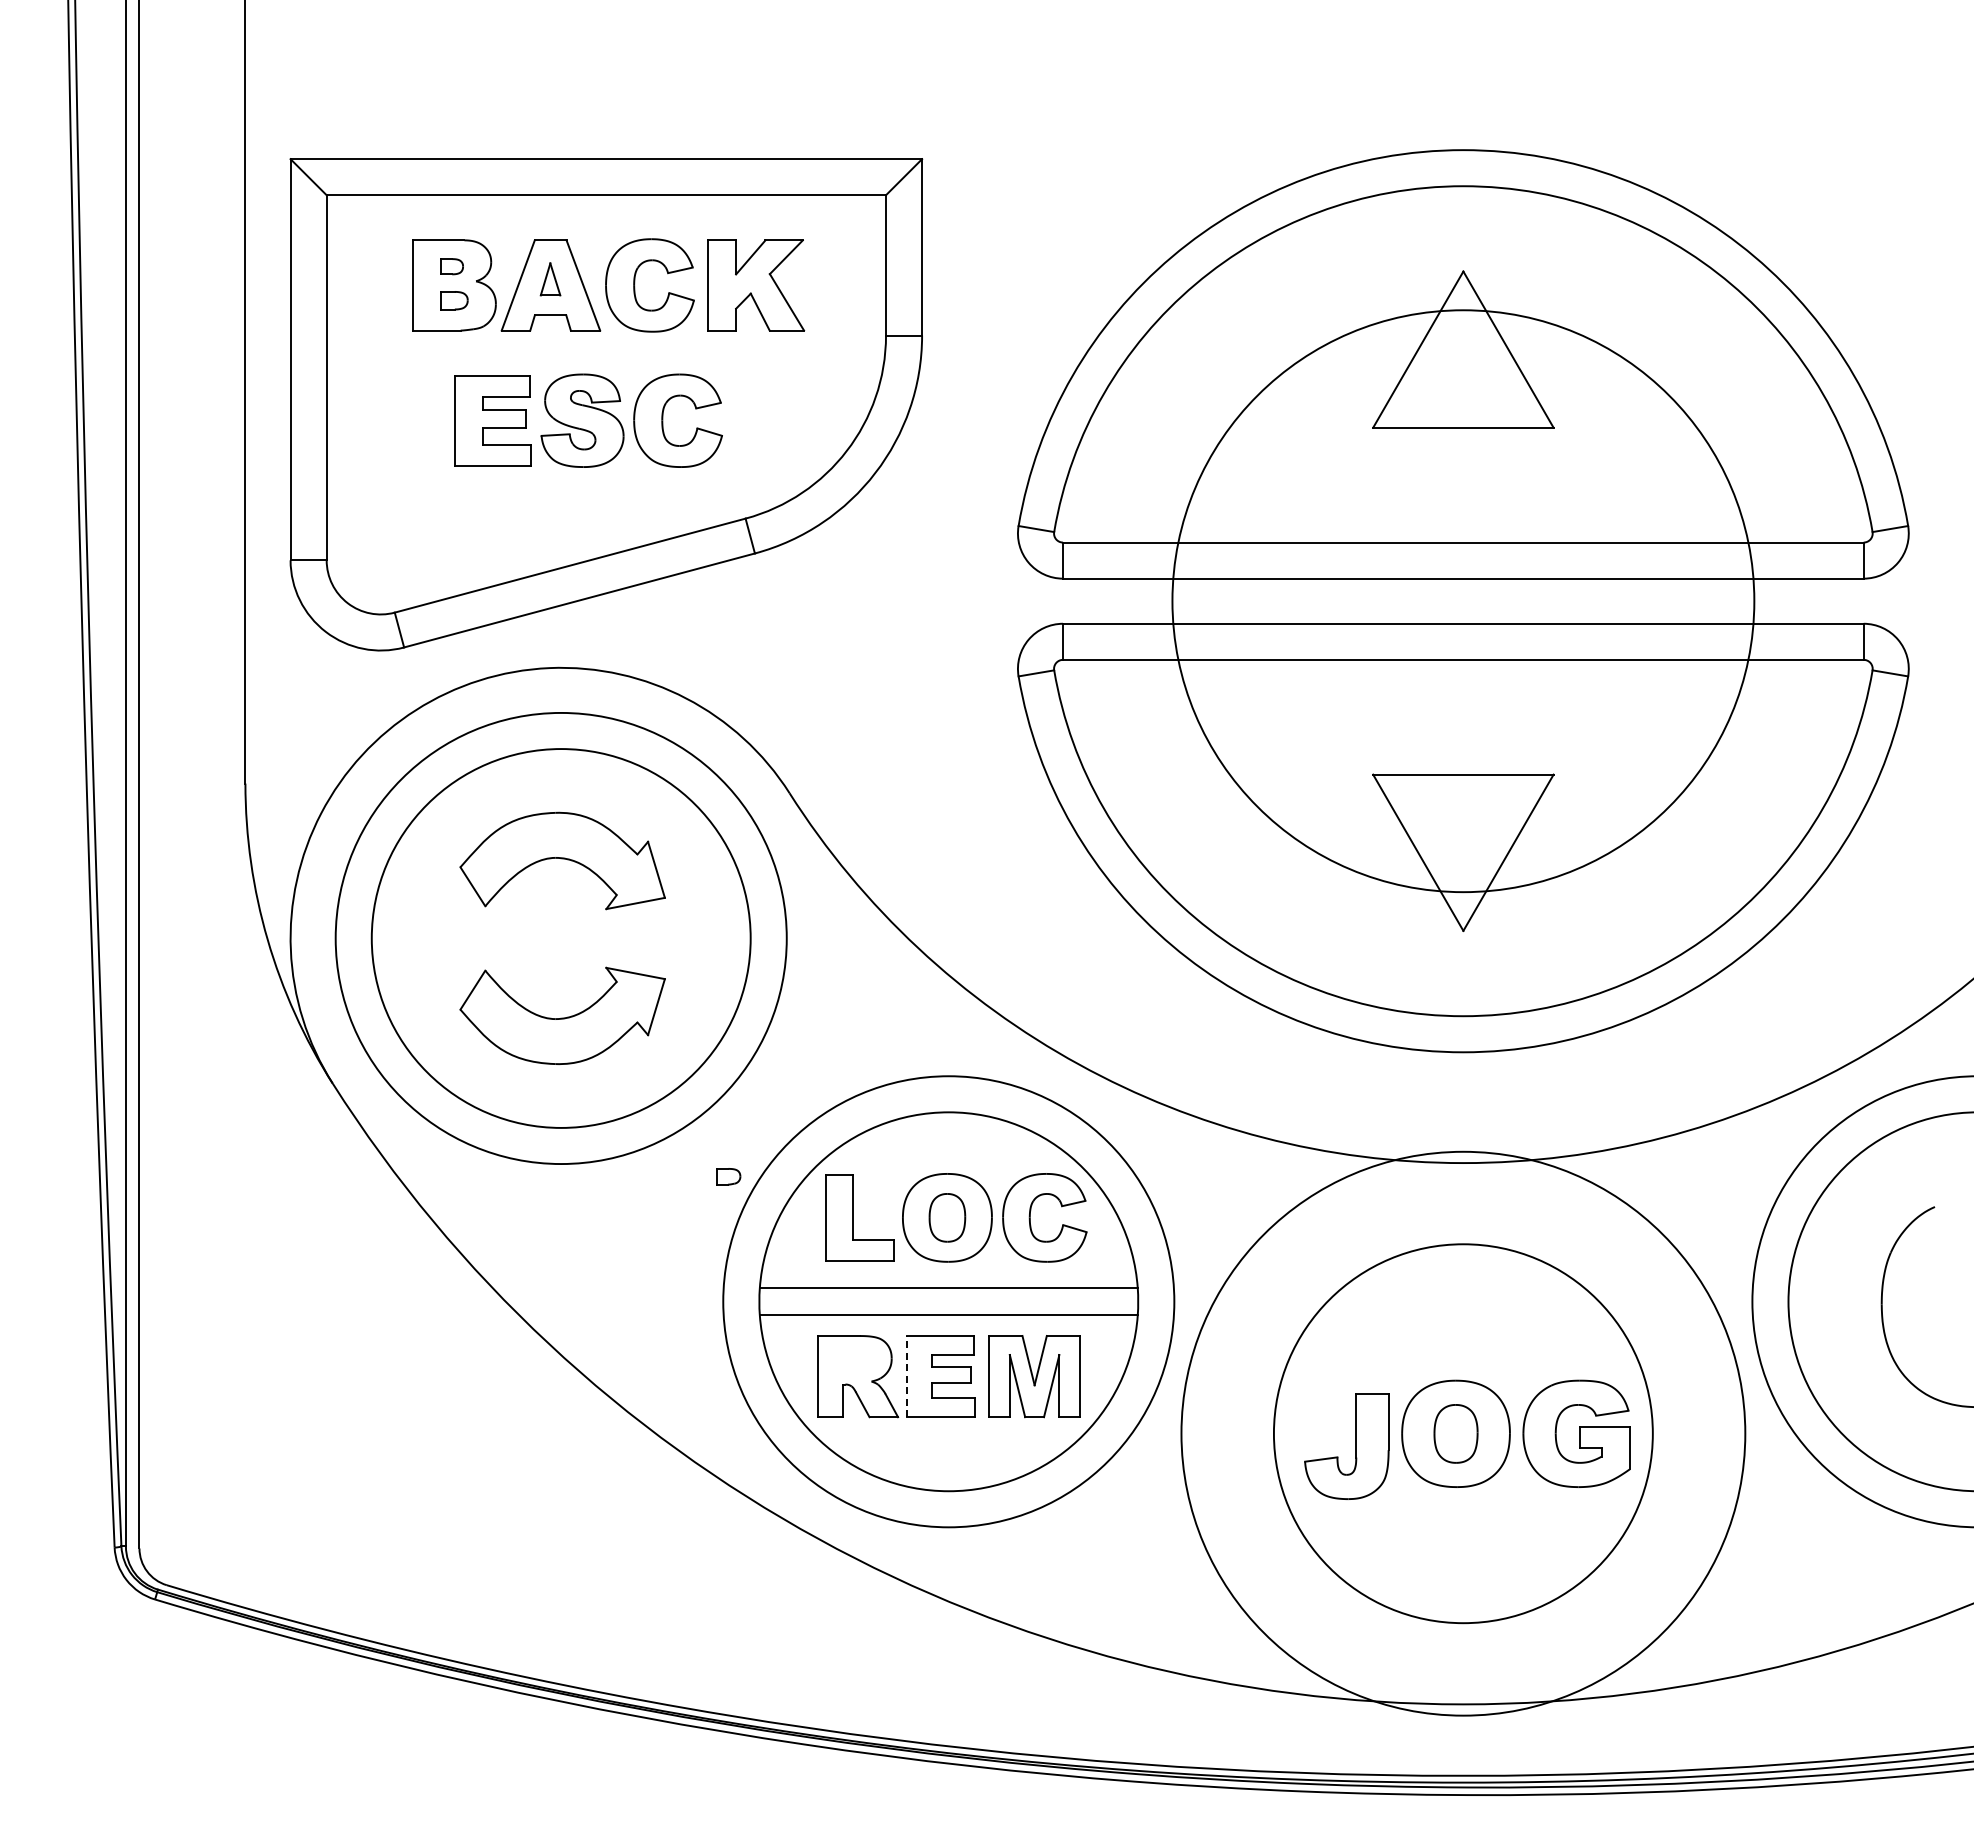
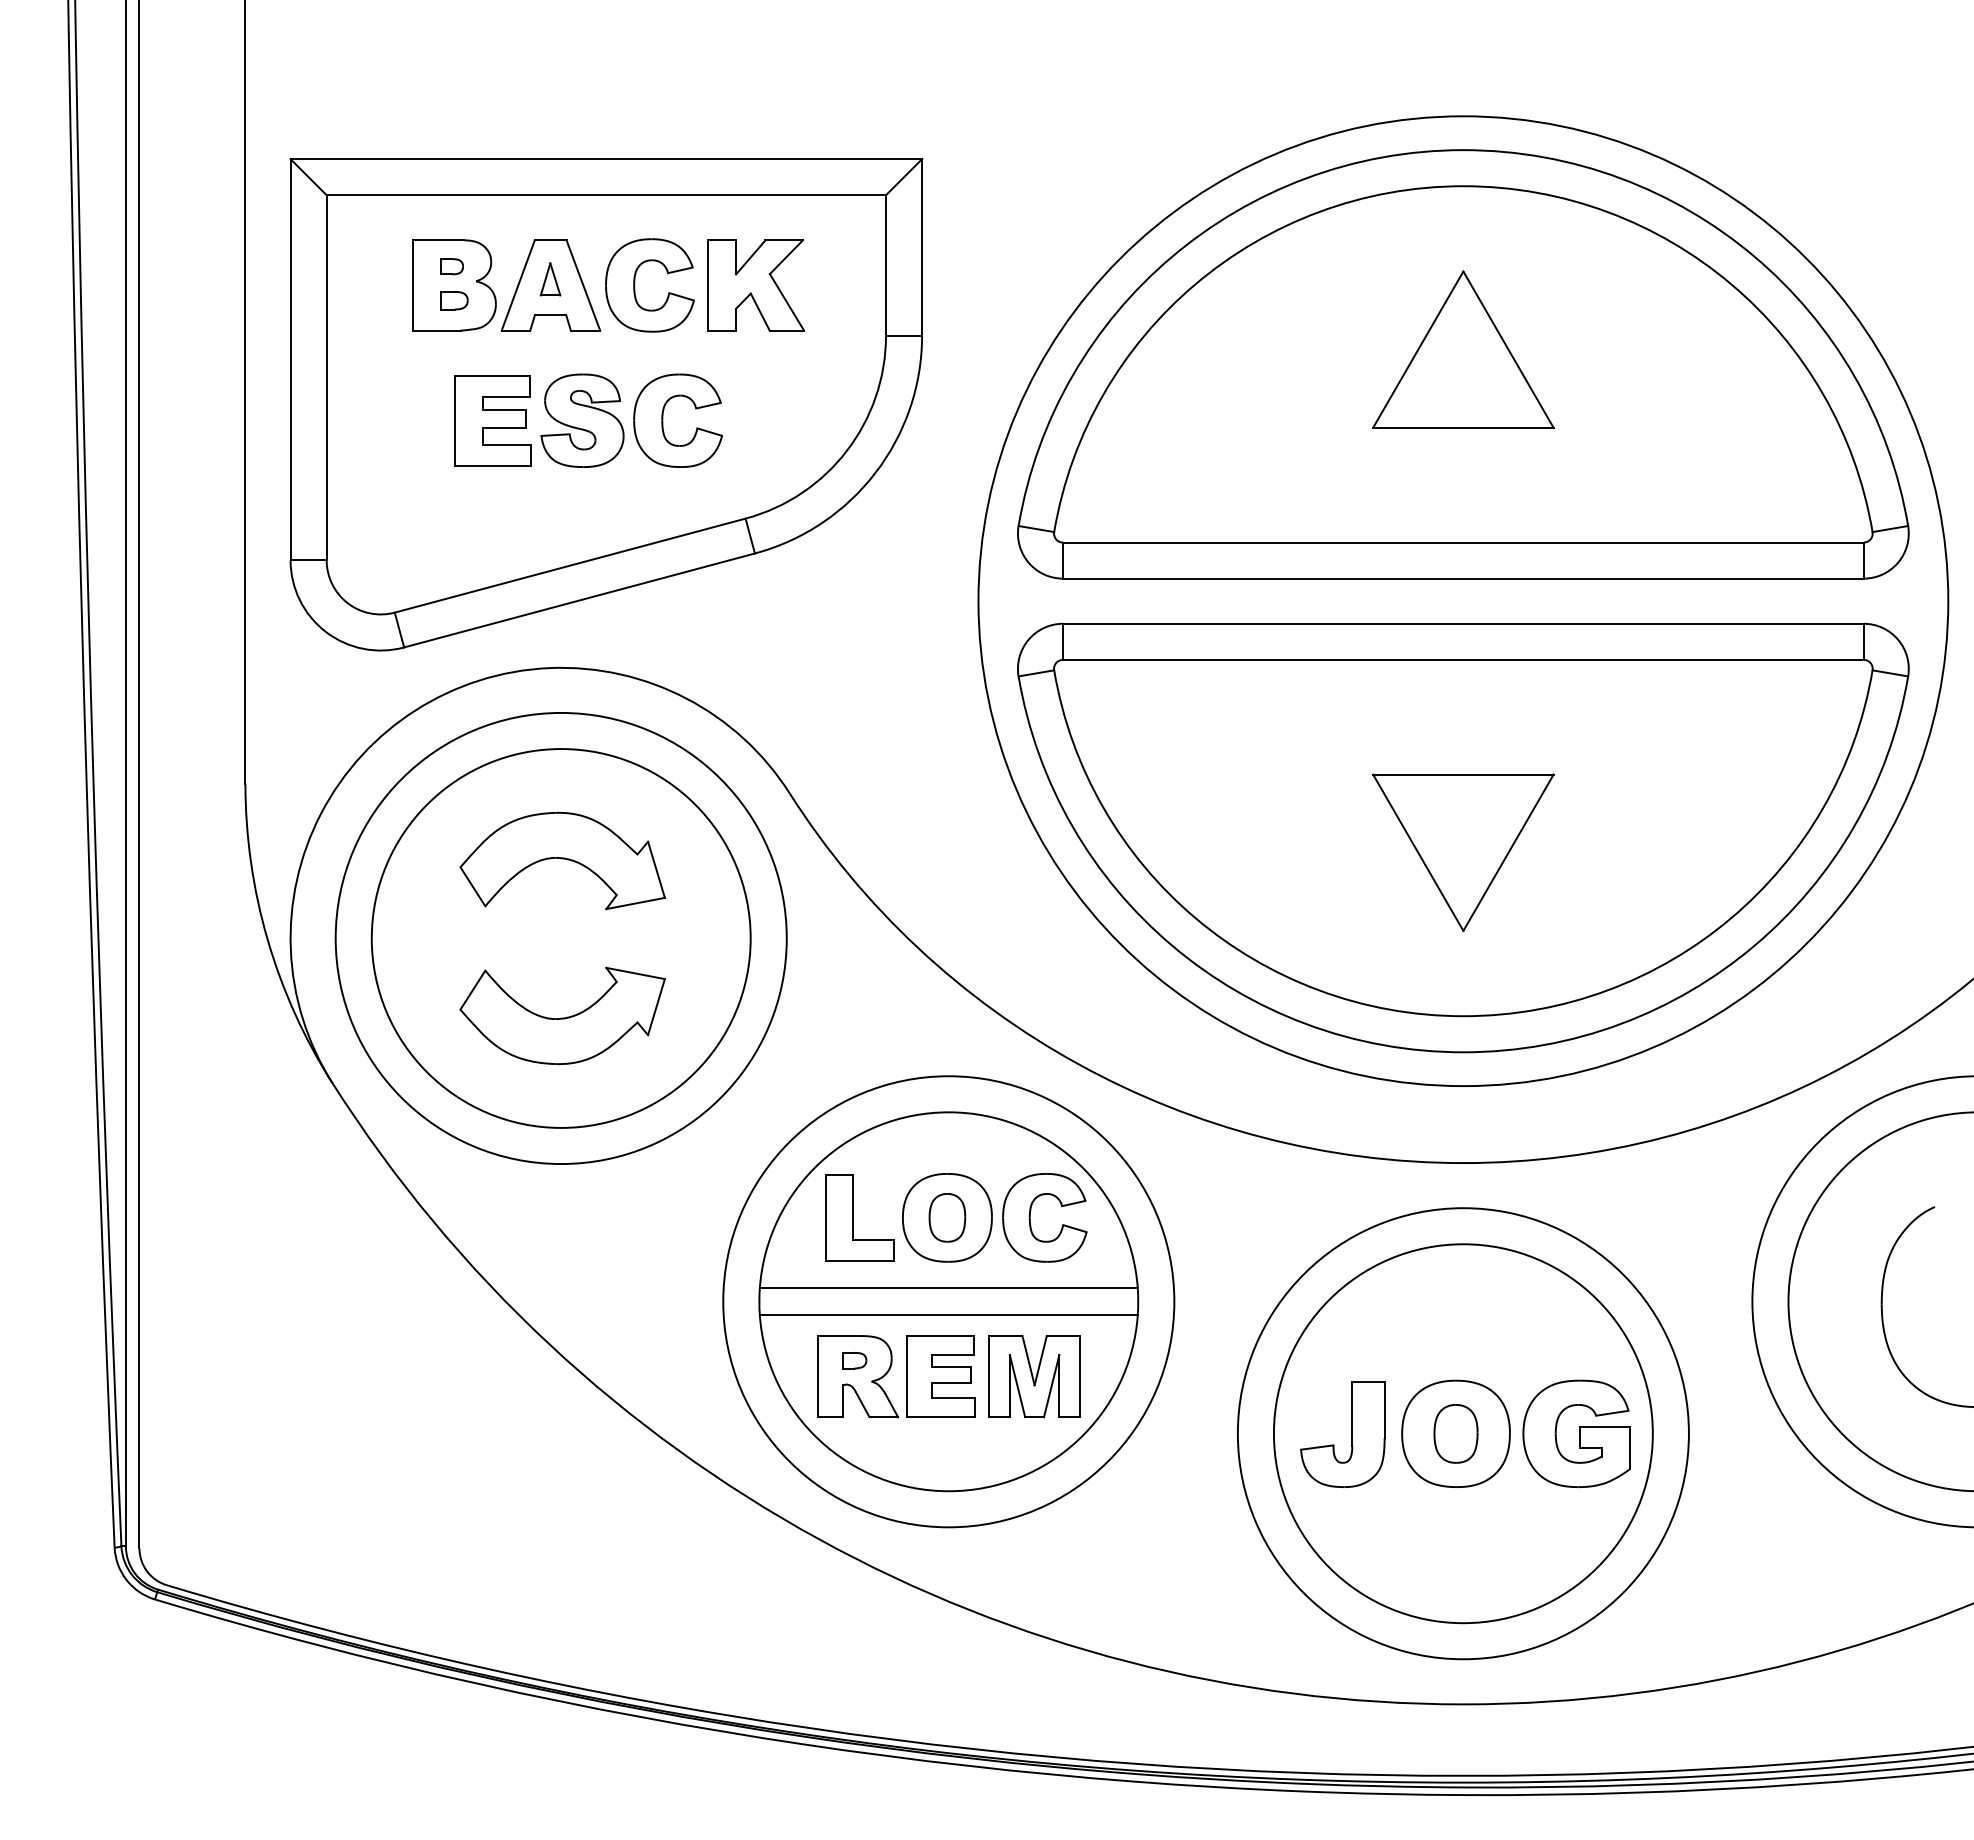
circle at (1463, 601) diameter: 582 px -> 970 px
part at (728, 1176) position: (728, 1176) -> (854, 1360)
line at (906, 1376): dashed -> solid
circle at (1463, 1433) diameter: 564 px -> 451 px
part at (1355, 1446) position: (1355, 1446) -> (1351, 1434)
